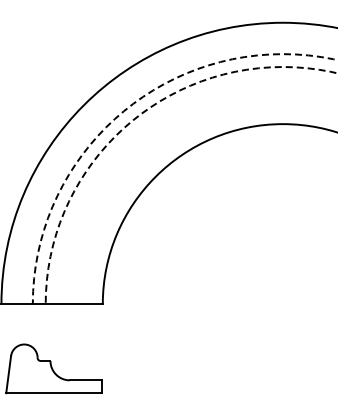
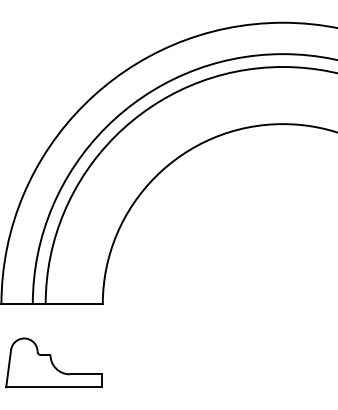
arc at (125, 110): dashed -> solid
arc at (135, 118): dashed -> solid
part at (53, 368) position: (53, 368) -> (53, 362)
